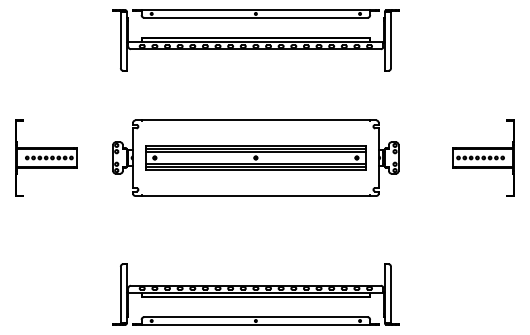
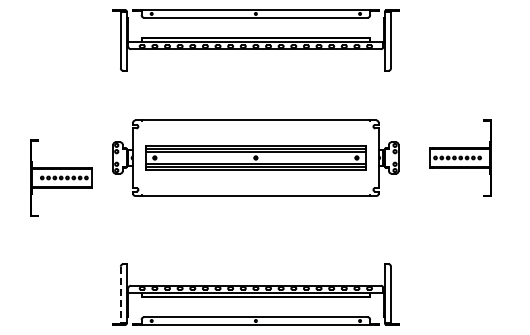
part at (46, 157) position: (46, 157) -> (61, 177)
part at (483, 157) position: (483, 157) -> (460, 157)
line at (120, 295): solid -> dashed
